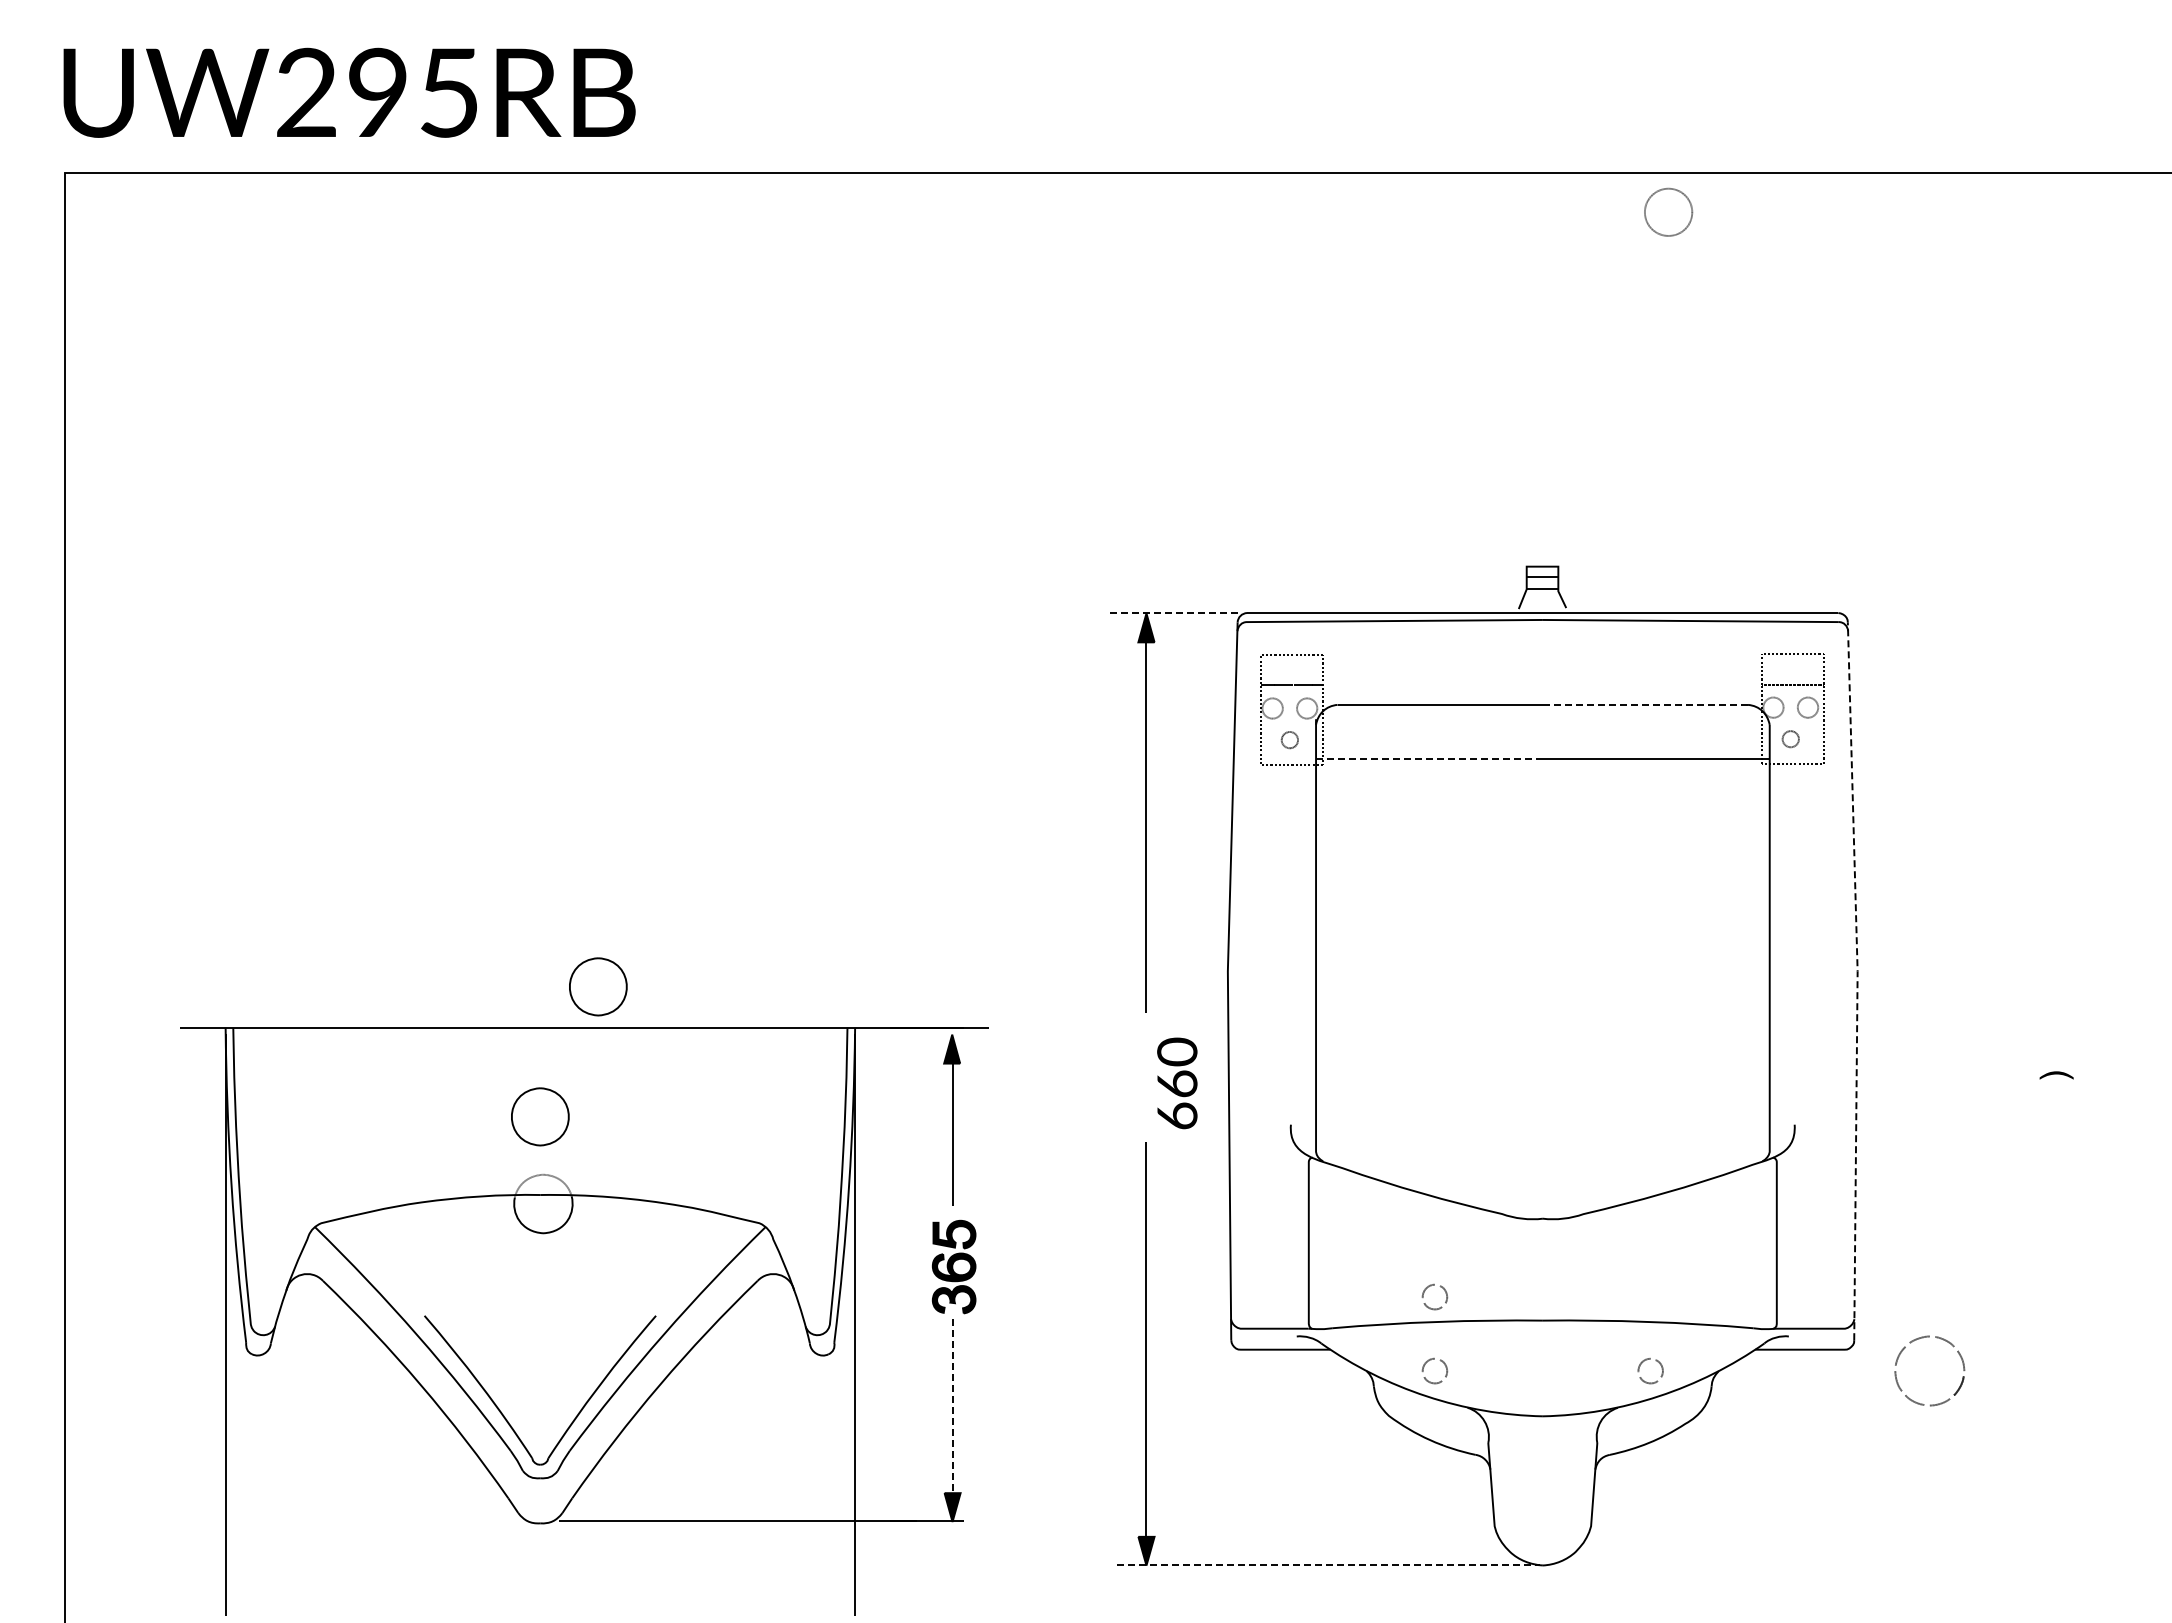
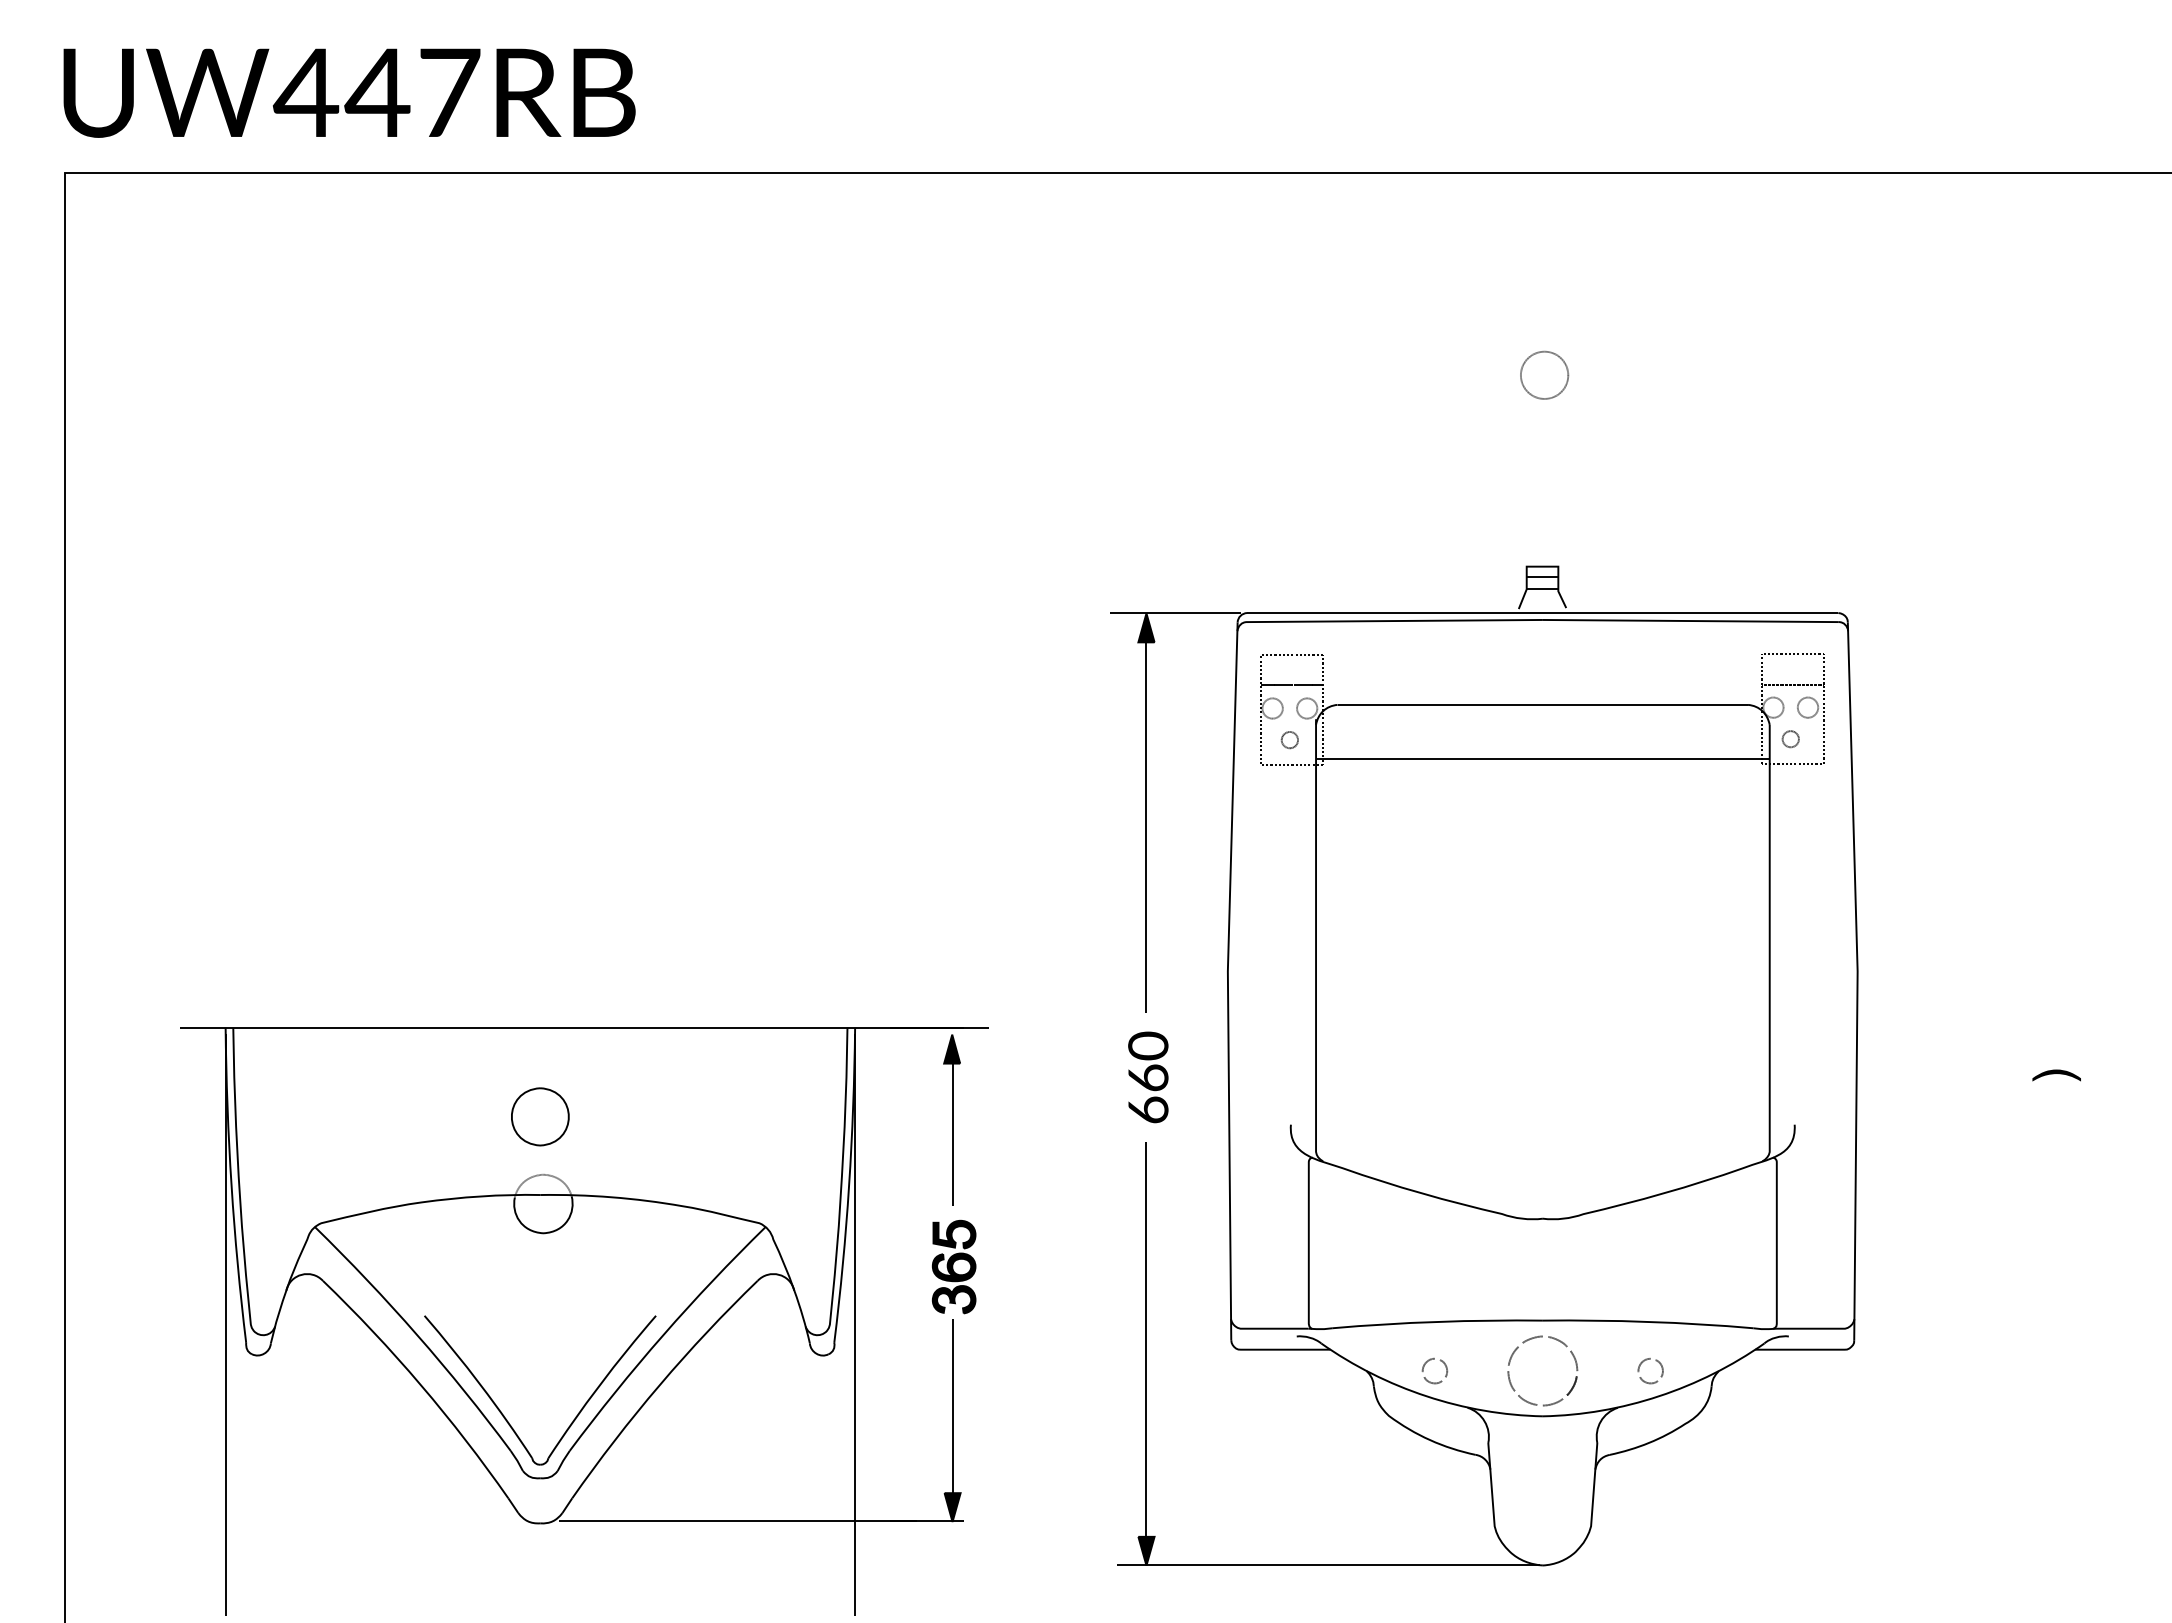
text at (376, 92): UW295RB -> UW447RB
part at (1668, 211) position: (1668, 211) -> (1544, 374)
line at (1175, 613): dashed -> solid
line at (1645, 704): dashed -> solid
line at (1429, 758): dashed -> solid
line at (1857, 980): dashed -> solid
part at (598, 986): present -> none
part at (2056, 1075) size: 35x9 px -> 49x13 px
text at (1177, 1083) position: (1177, 1083) -> (1148, 1077)
part at (1426, 1304): present -> none
part at (1923, 1338) position: (1923, 1338) -> (1536, 1338)
line at (952, 1410): dashed -> solid
line at (1328, 1565): dashed -> solid
